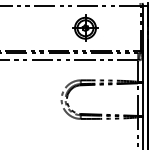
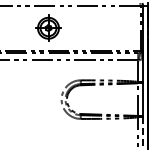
part at (85, 27) position: (85, 27) -> (48, 27)
line at (143, 133): solid -> dashed
